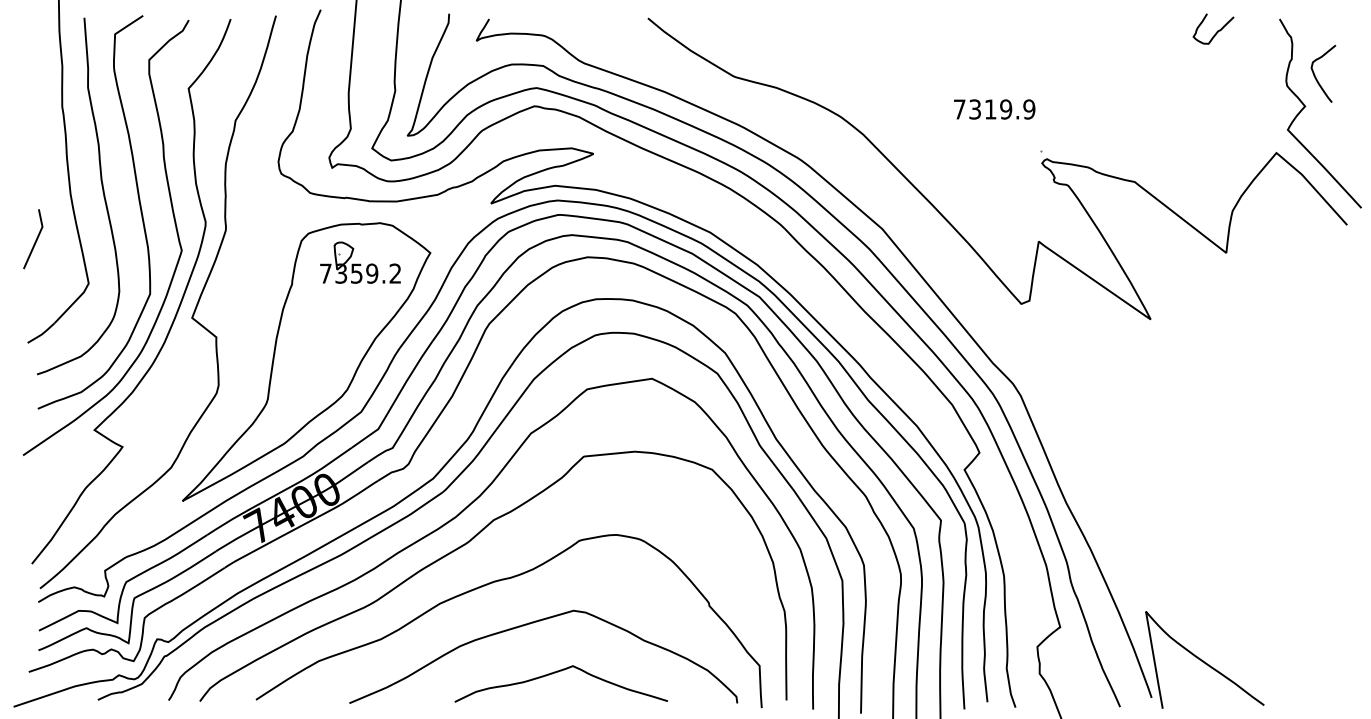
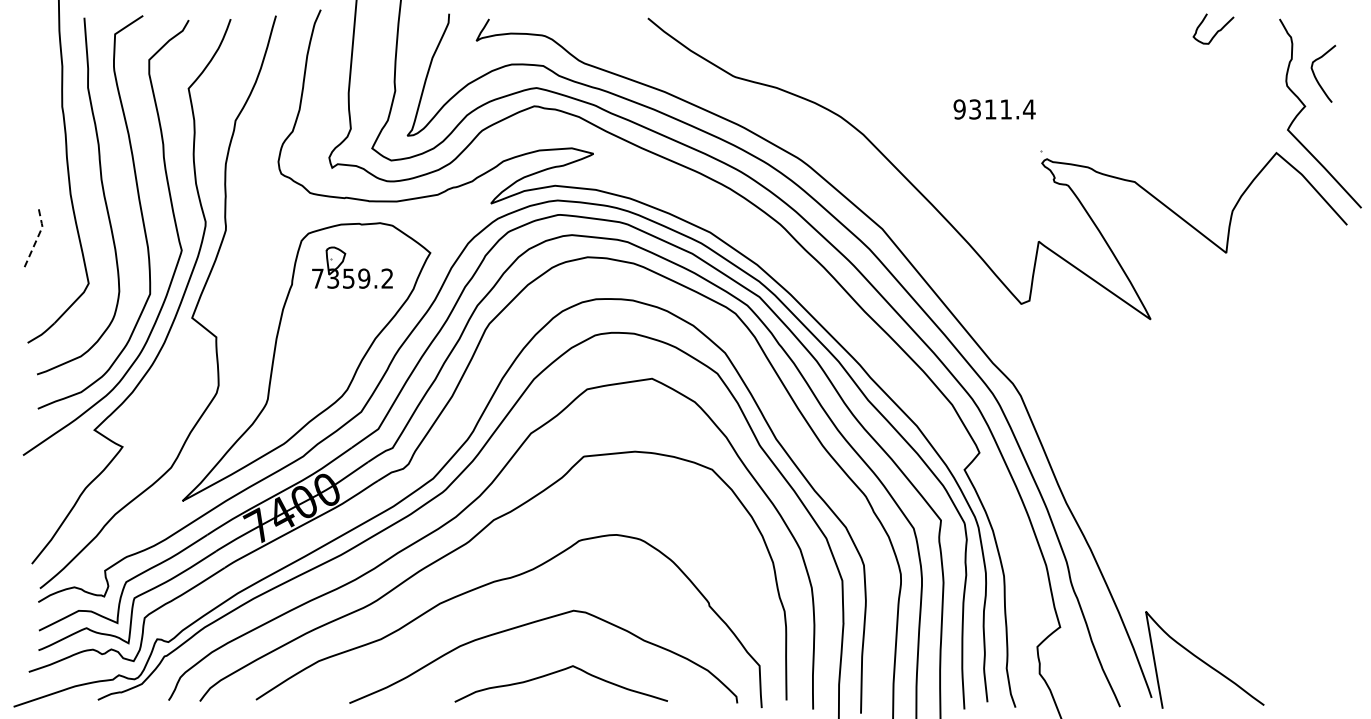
text at (994, 109): 7319.9 -> 9311.4
line at (37, 238): solid -> dashed
part at (360, 262) position: (360, 262) -> (352, 267)
